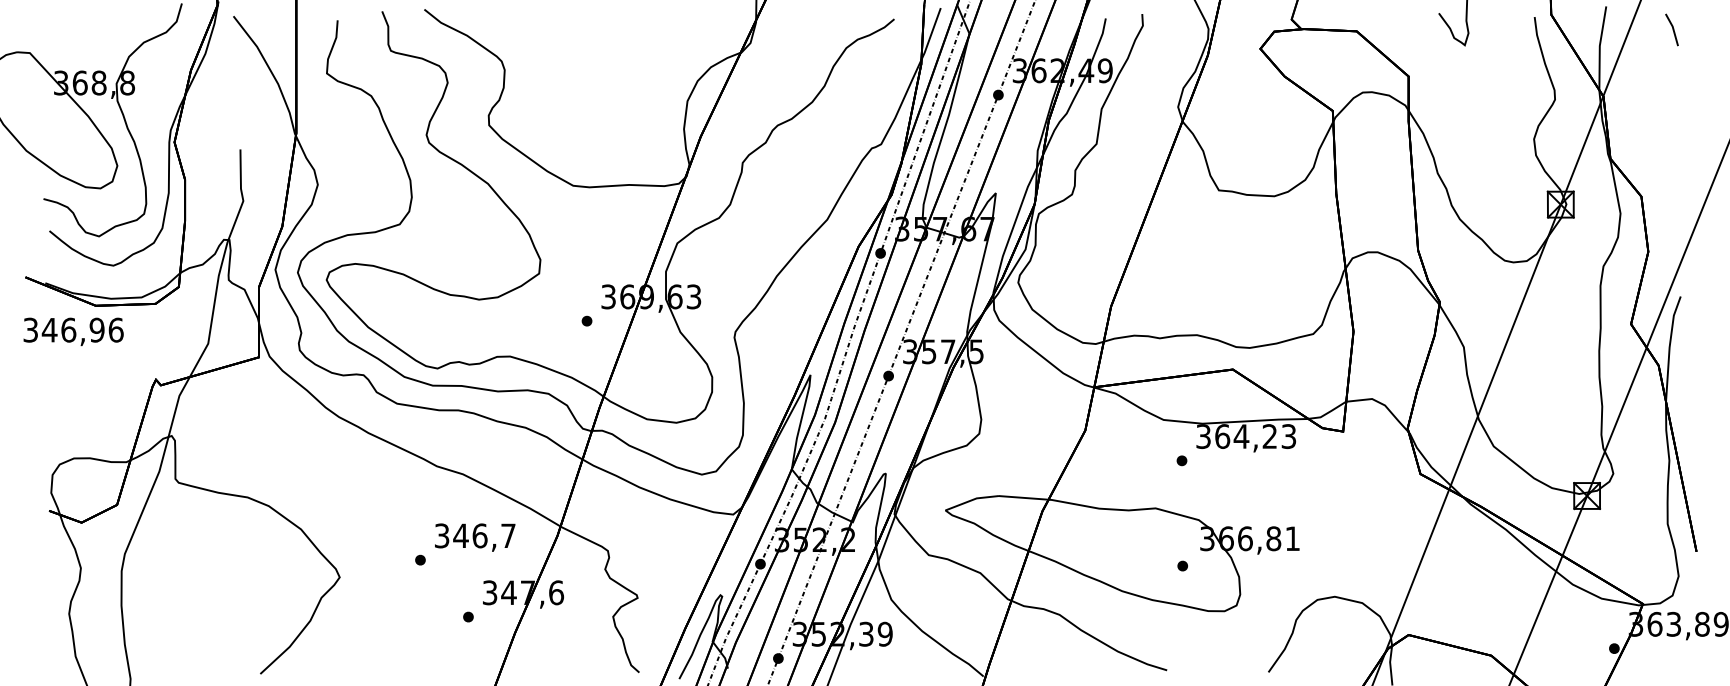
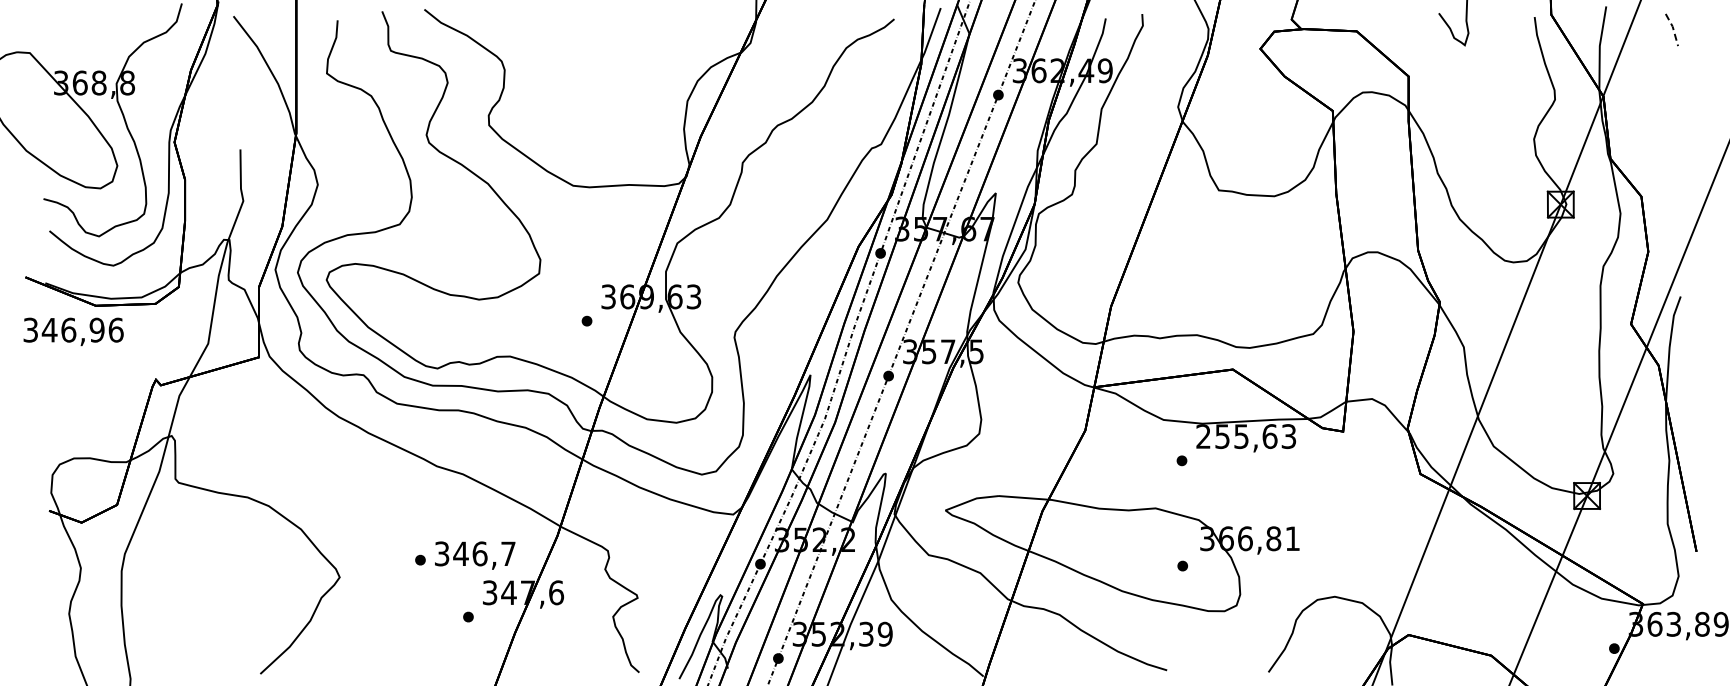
line at (1673, 29): solid -> dashed
text at (1236, 436): 364,23 -> 255,63
text at (475, 537) position: (475, 537) -> (475, 555)
